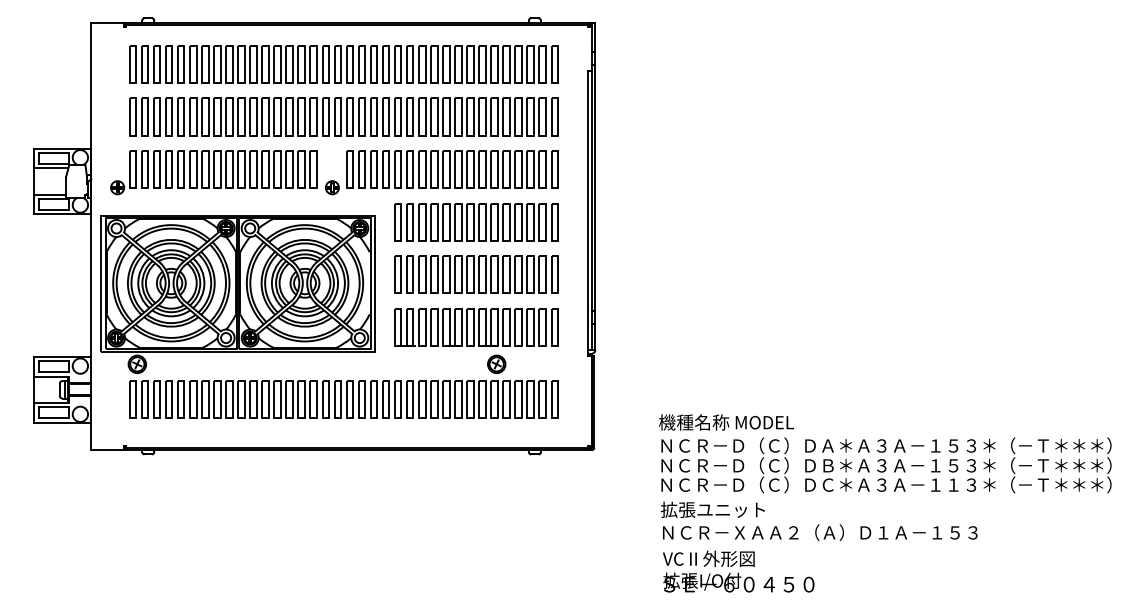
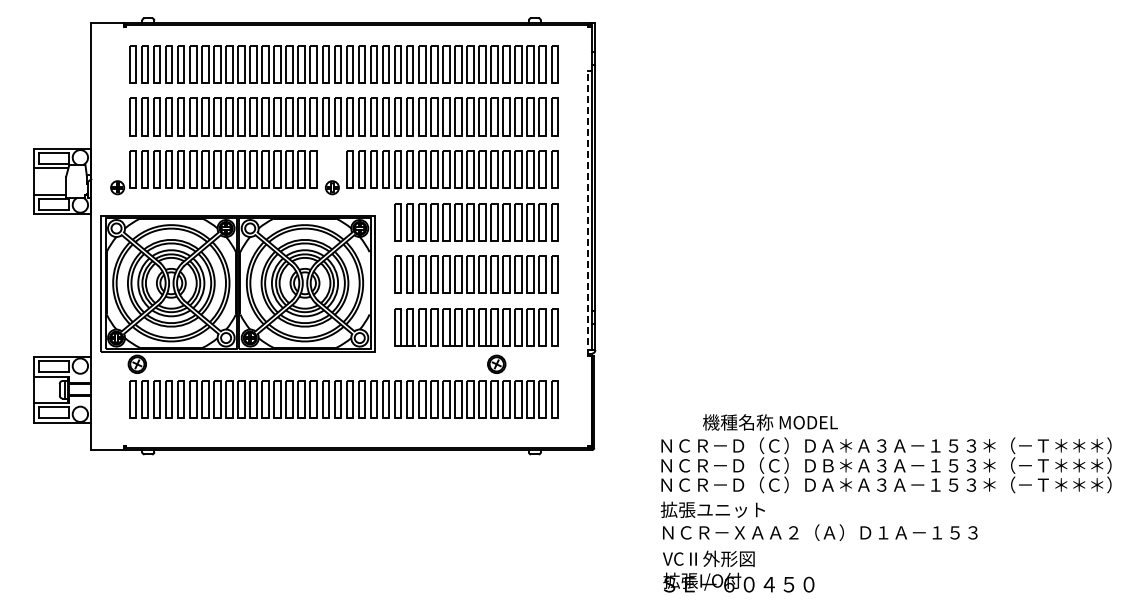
line at (587, 212): solid -> dashed
text at (726, 422) position: (726, 422) -> (770, 422)
text at (890, 484): ＮＣＲ－Ｄ（Ｃ）ＤＣ＊Ａ３Ａ－１１３＊（－Ｔ＊＊＊） -> ＮＣＲ－Ｄ（Ｃ）ＤＡ＊Ａ３Ａ－１５３＊（－Ｔ＊＊＊）
